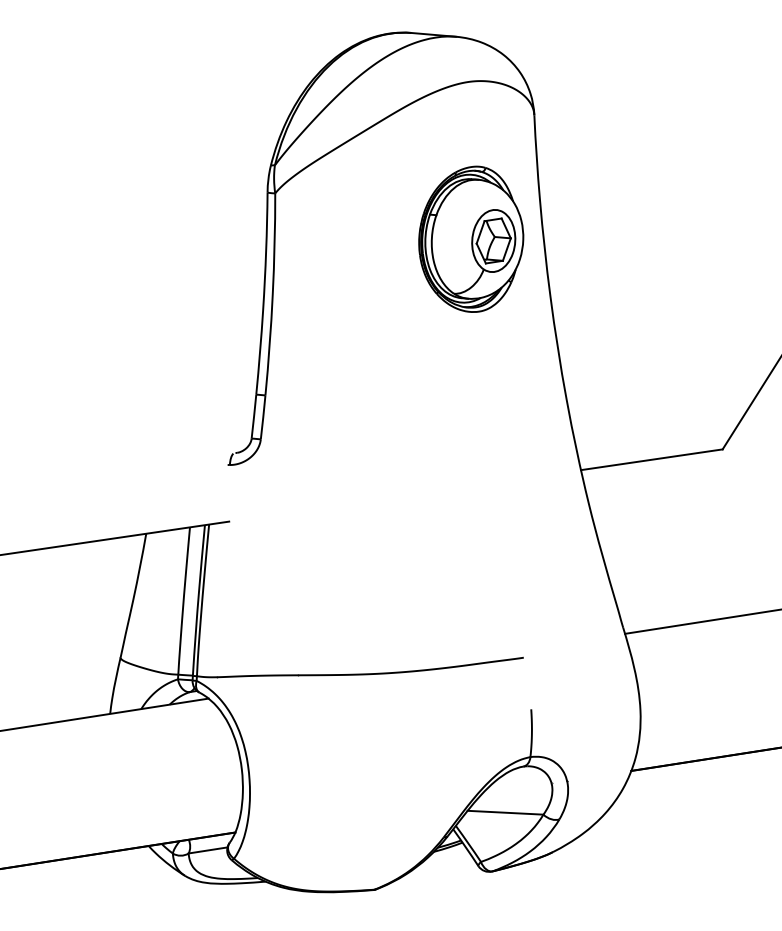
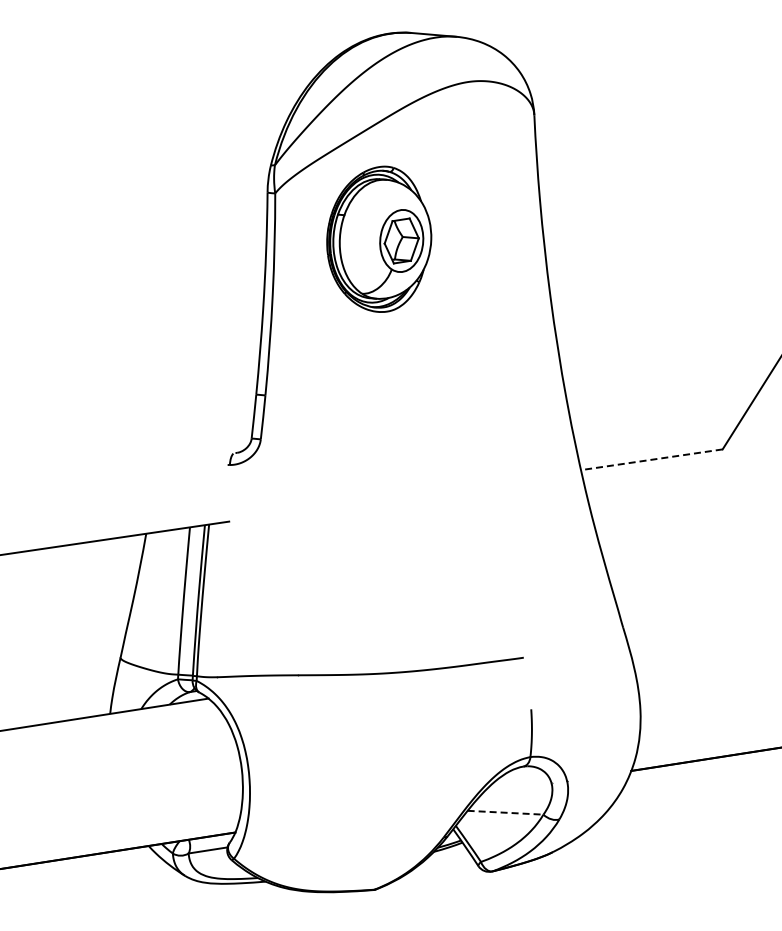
part at (471, 238) position: (471, 238) -> (379, 238)
line at (651, 459): solid -> dashed
line at (701, 621): present -> none
line at (505, 812): solid -> dashed
